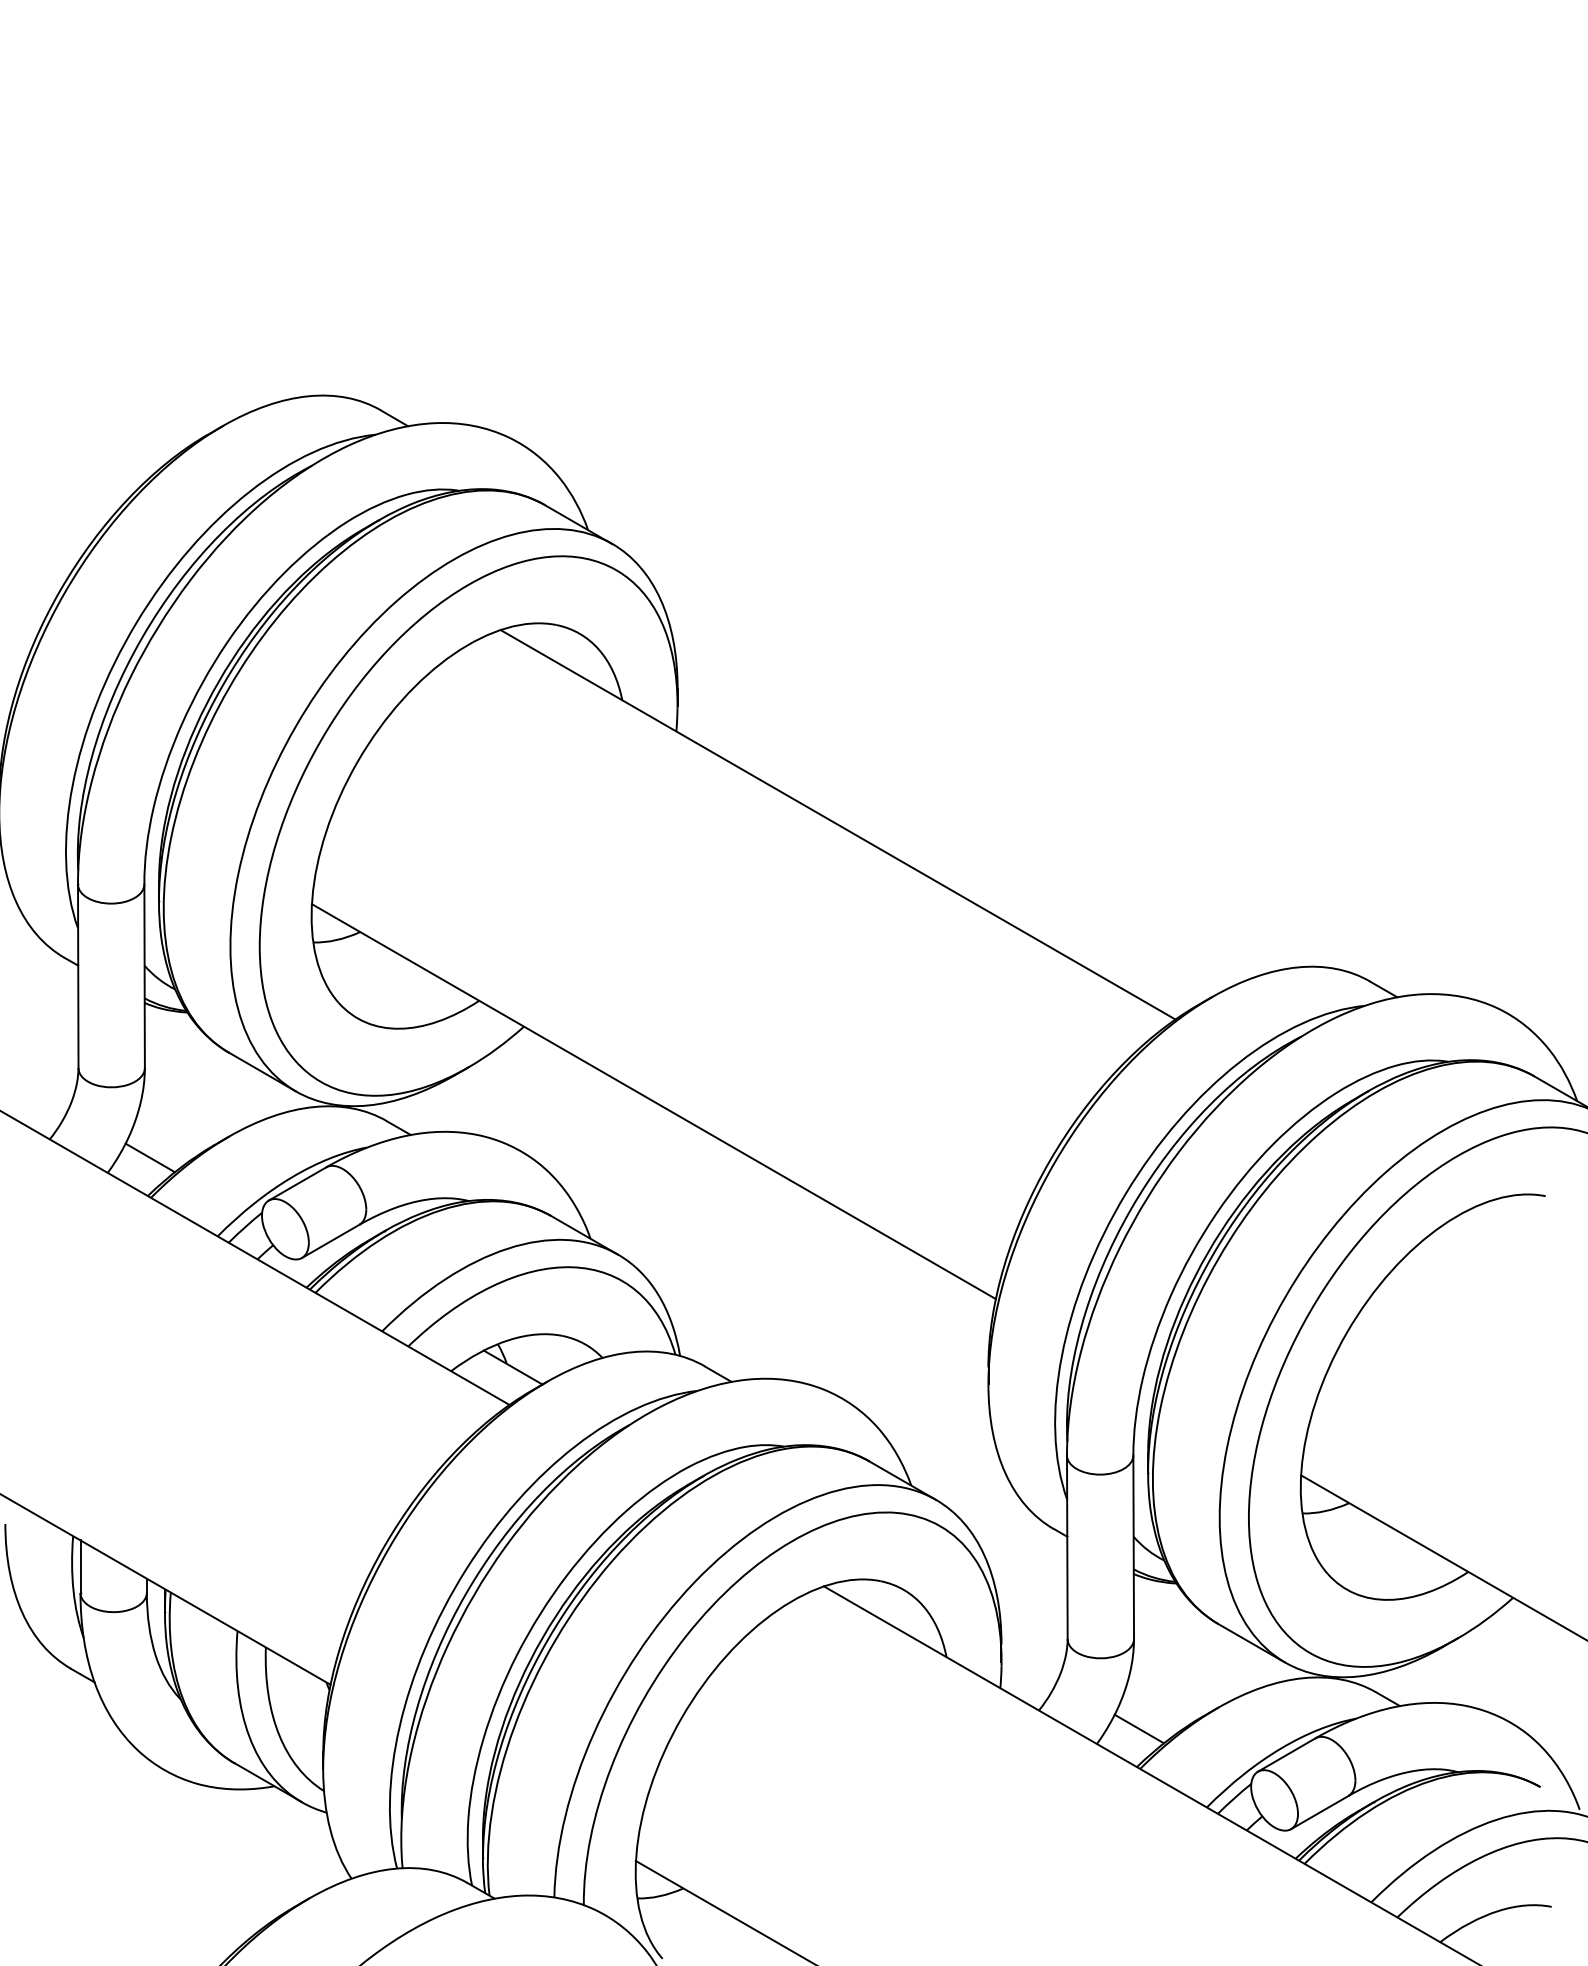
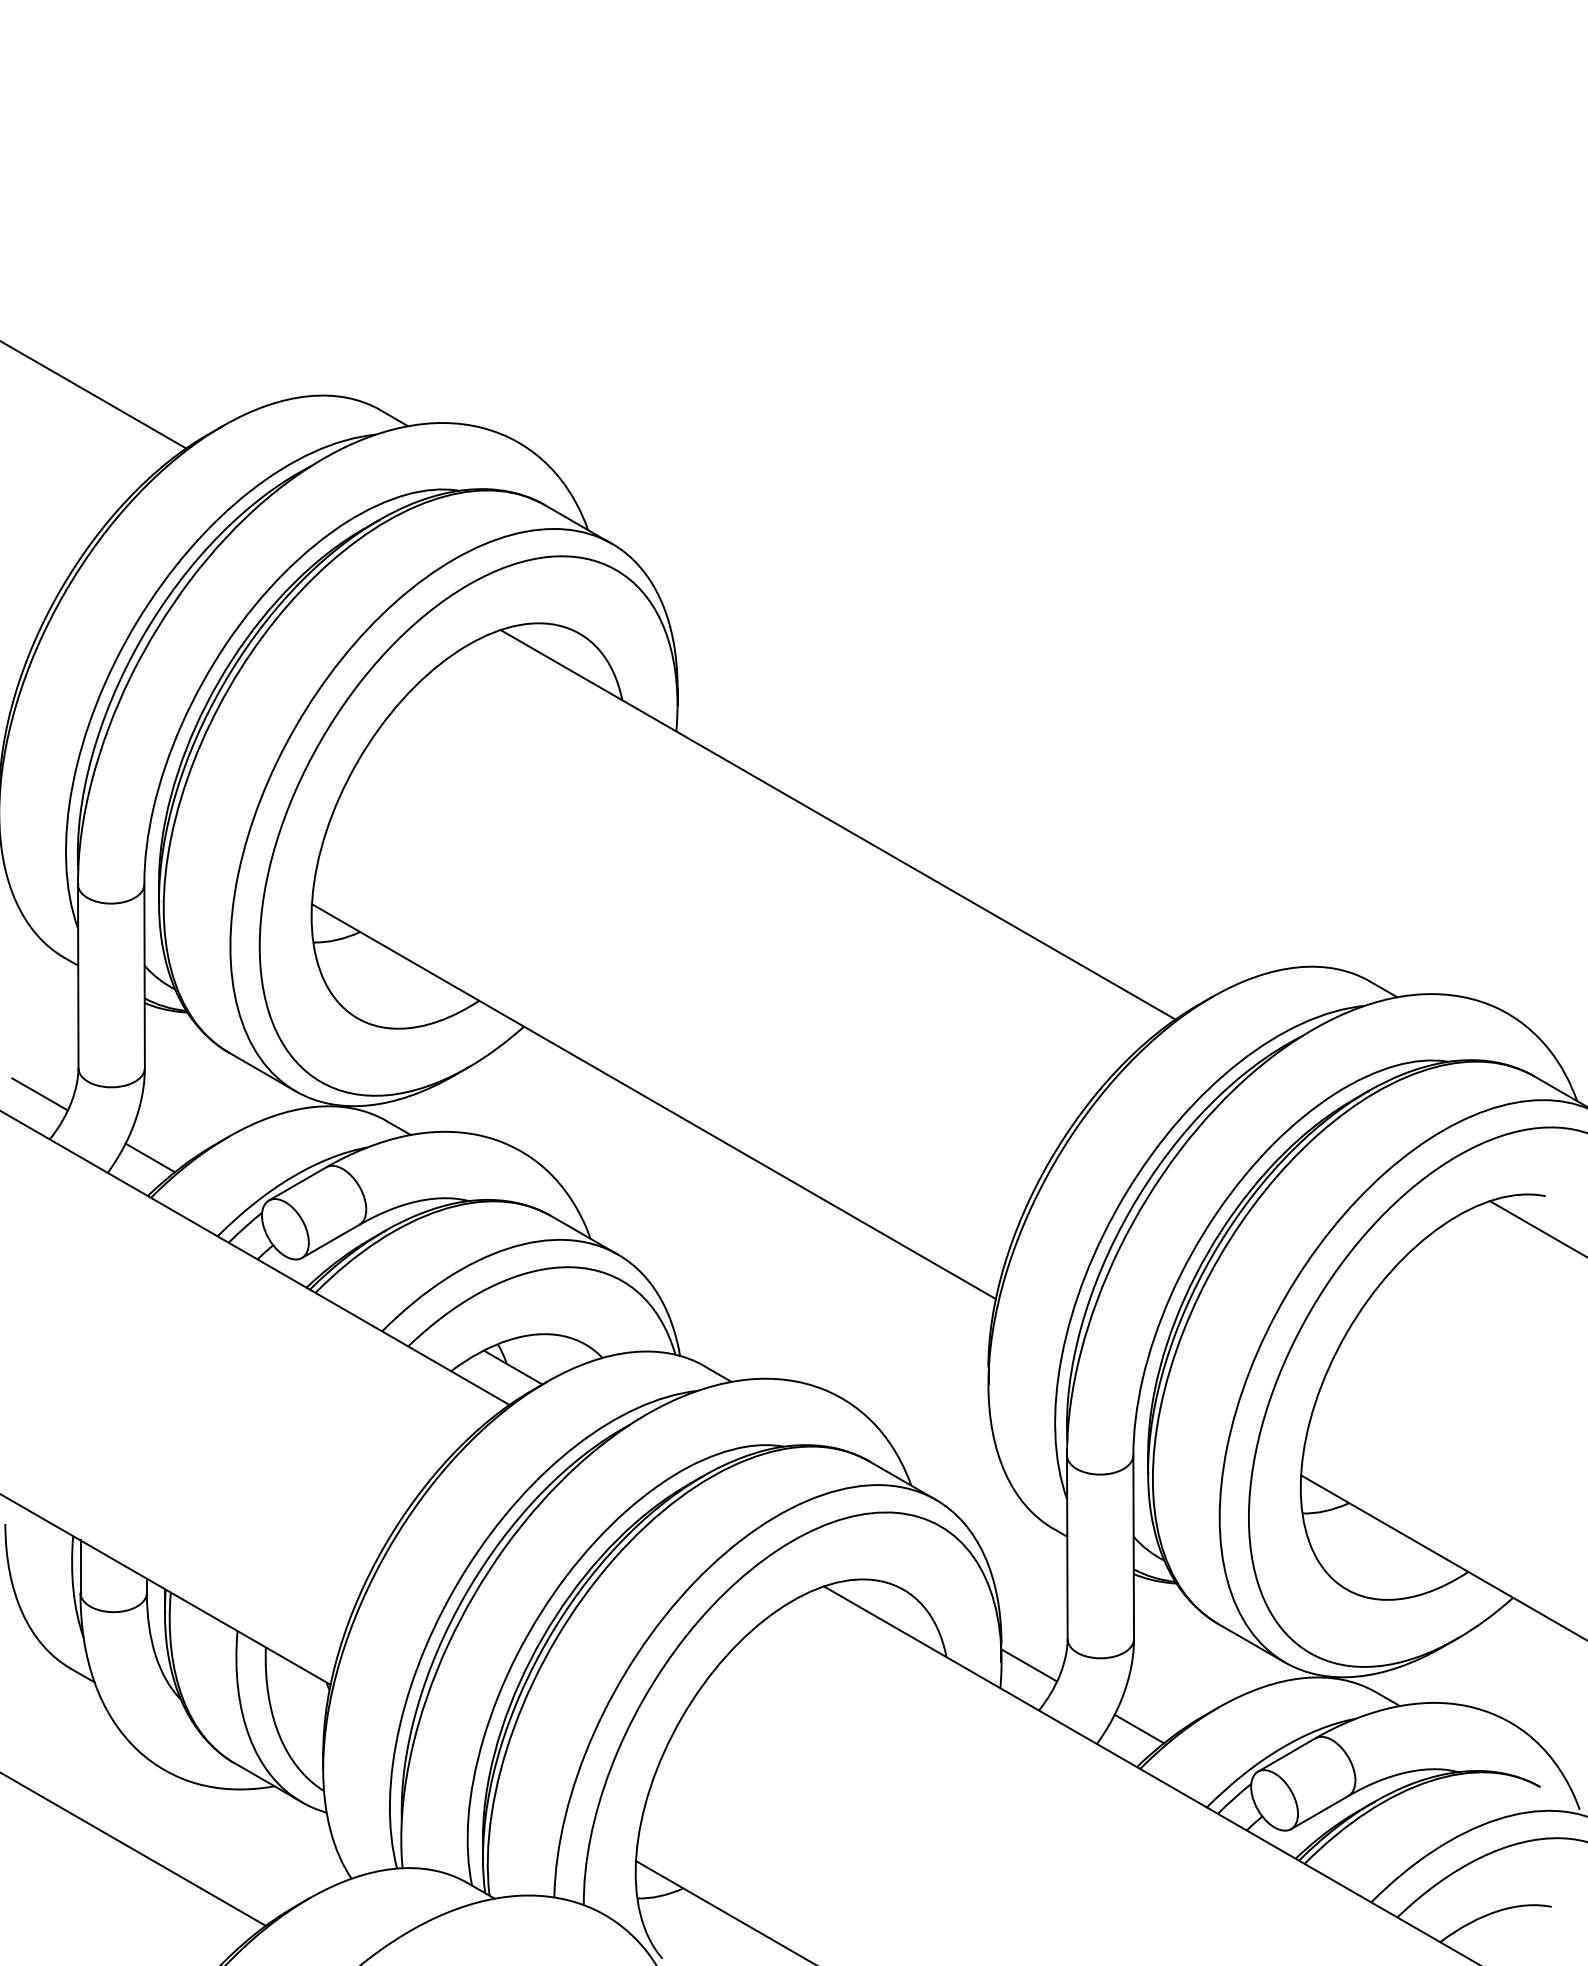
line at (94, 395): none -> present
line at (39, 1094): none -> present
line at (1536, 1228): none -> present
line at (1029, 1665): none -> present
line at (133, 1849): none -> present
